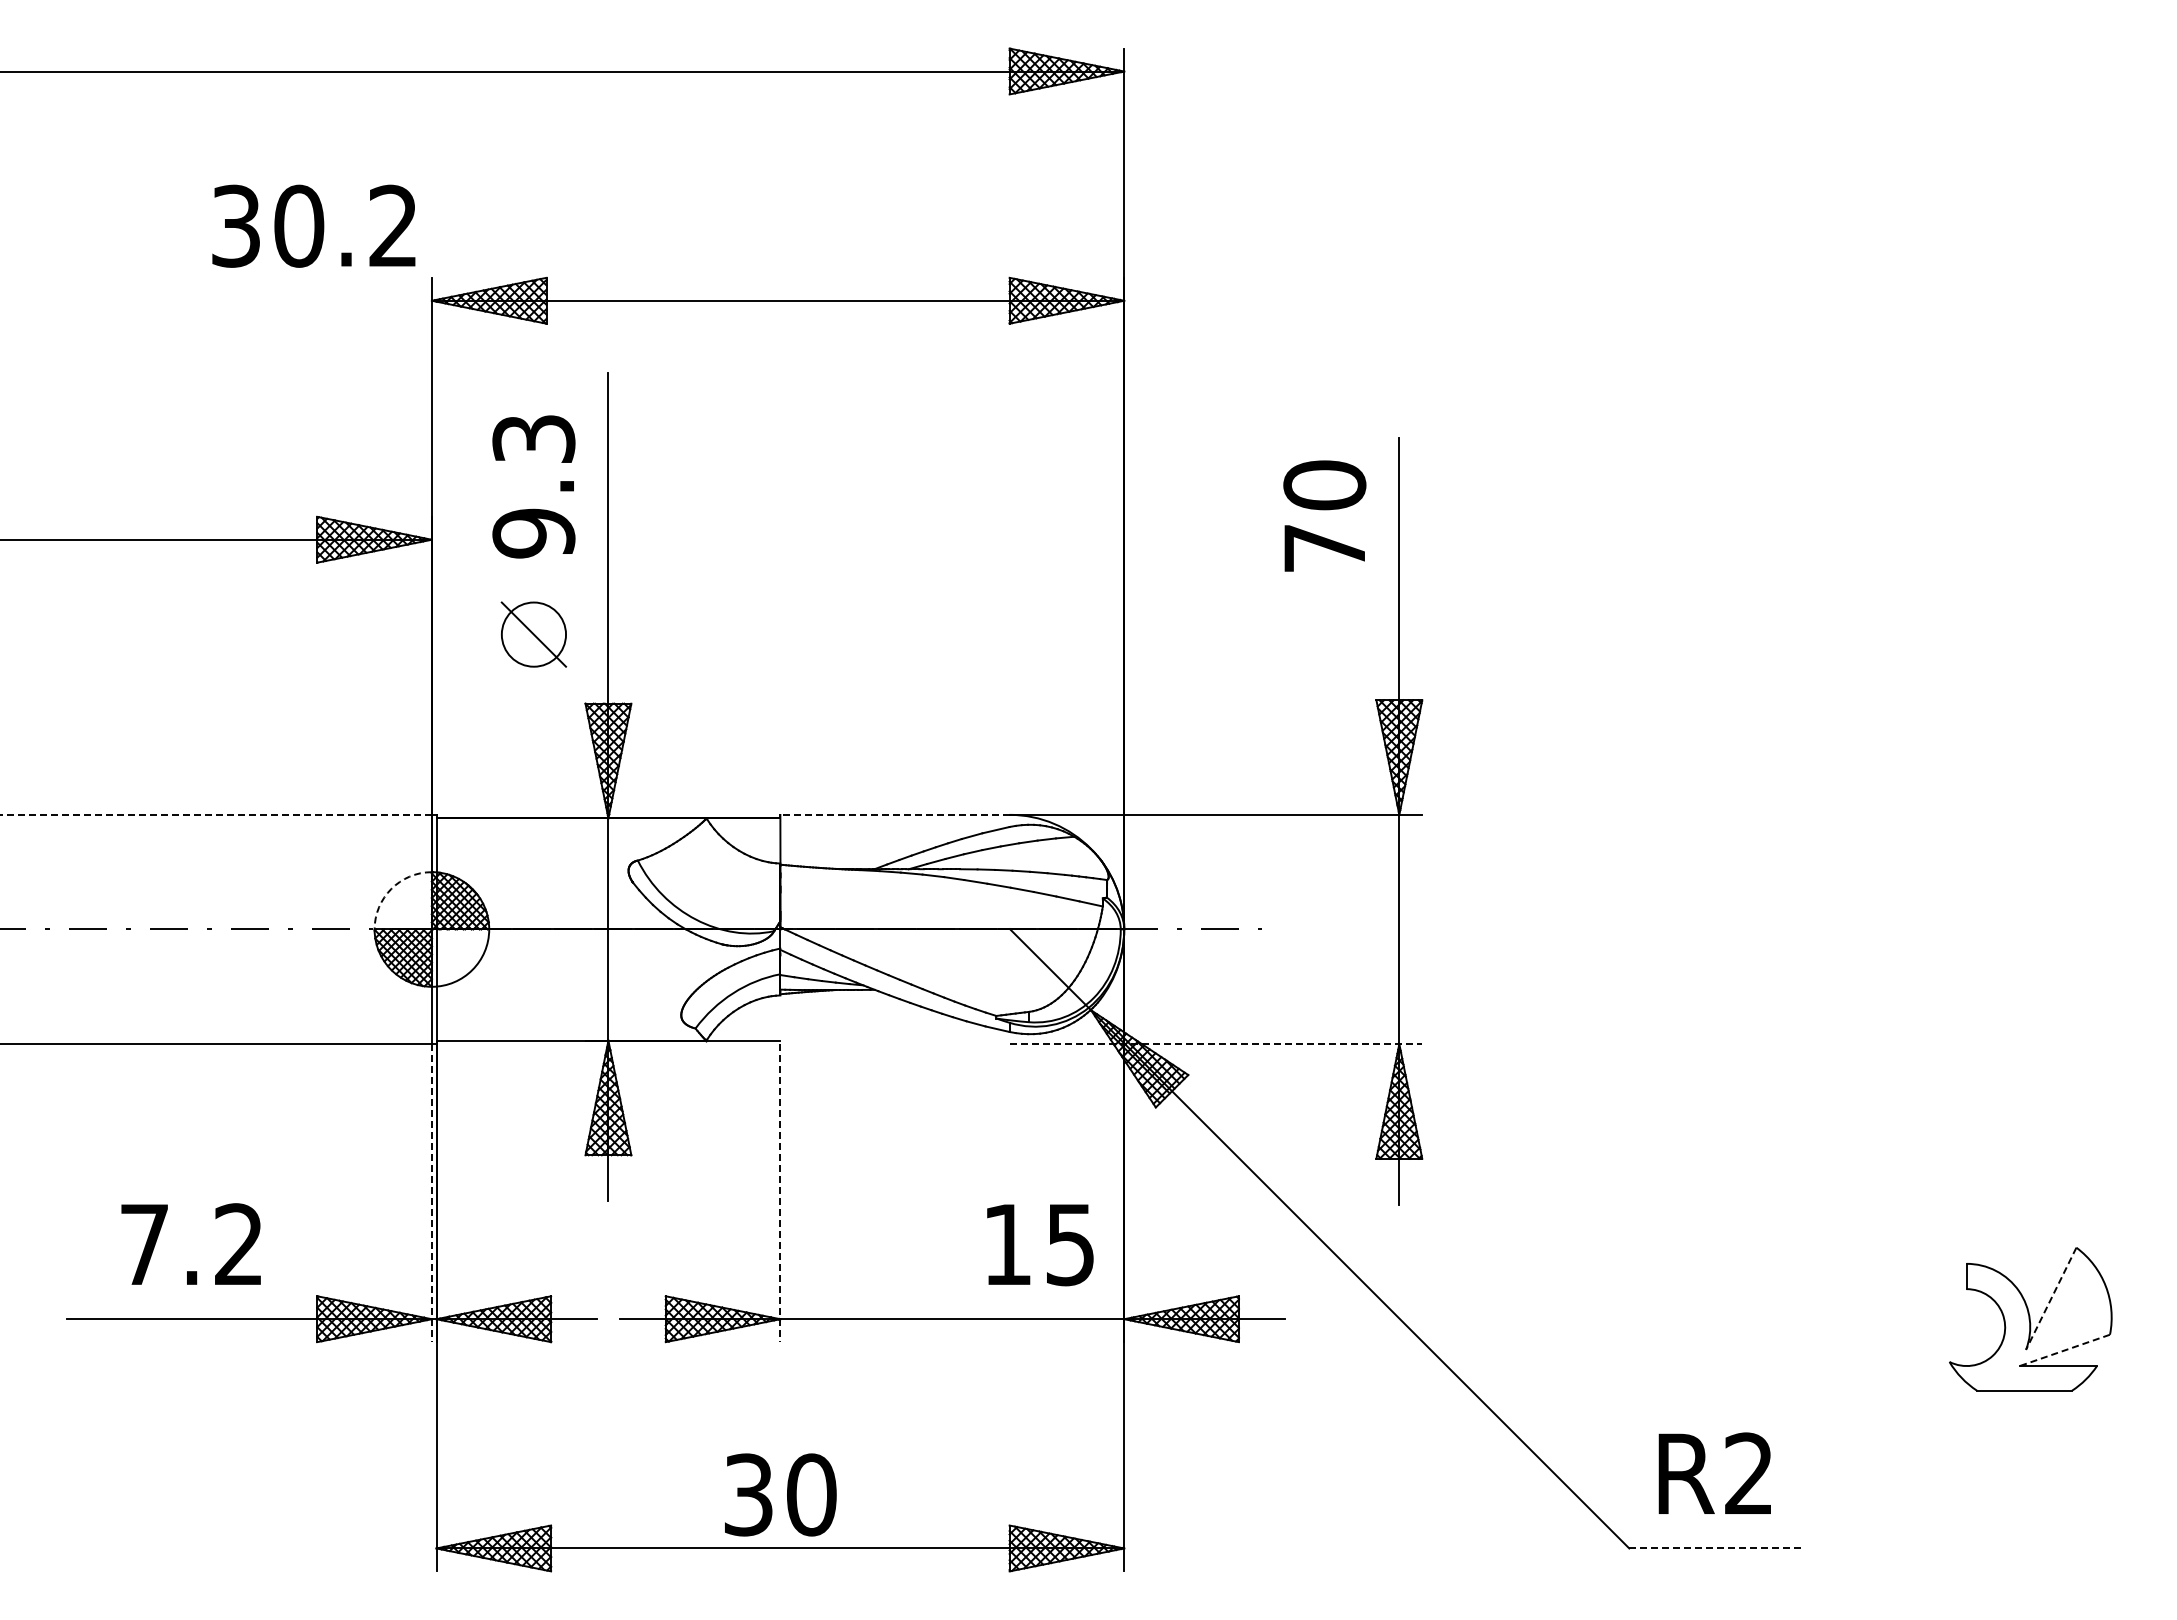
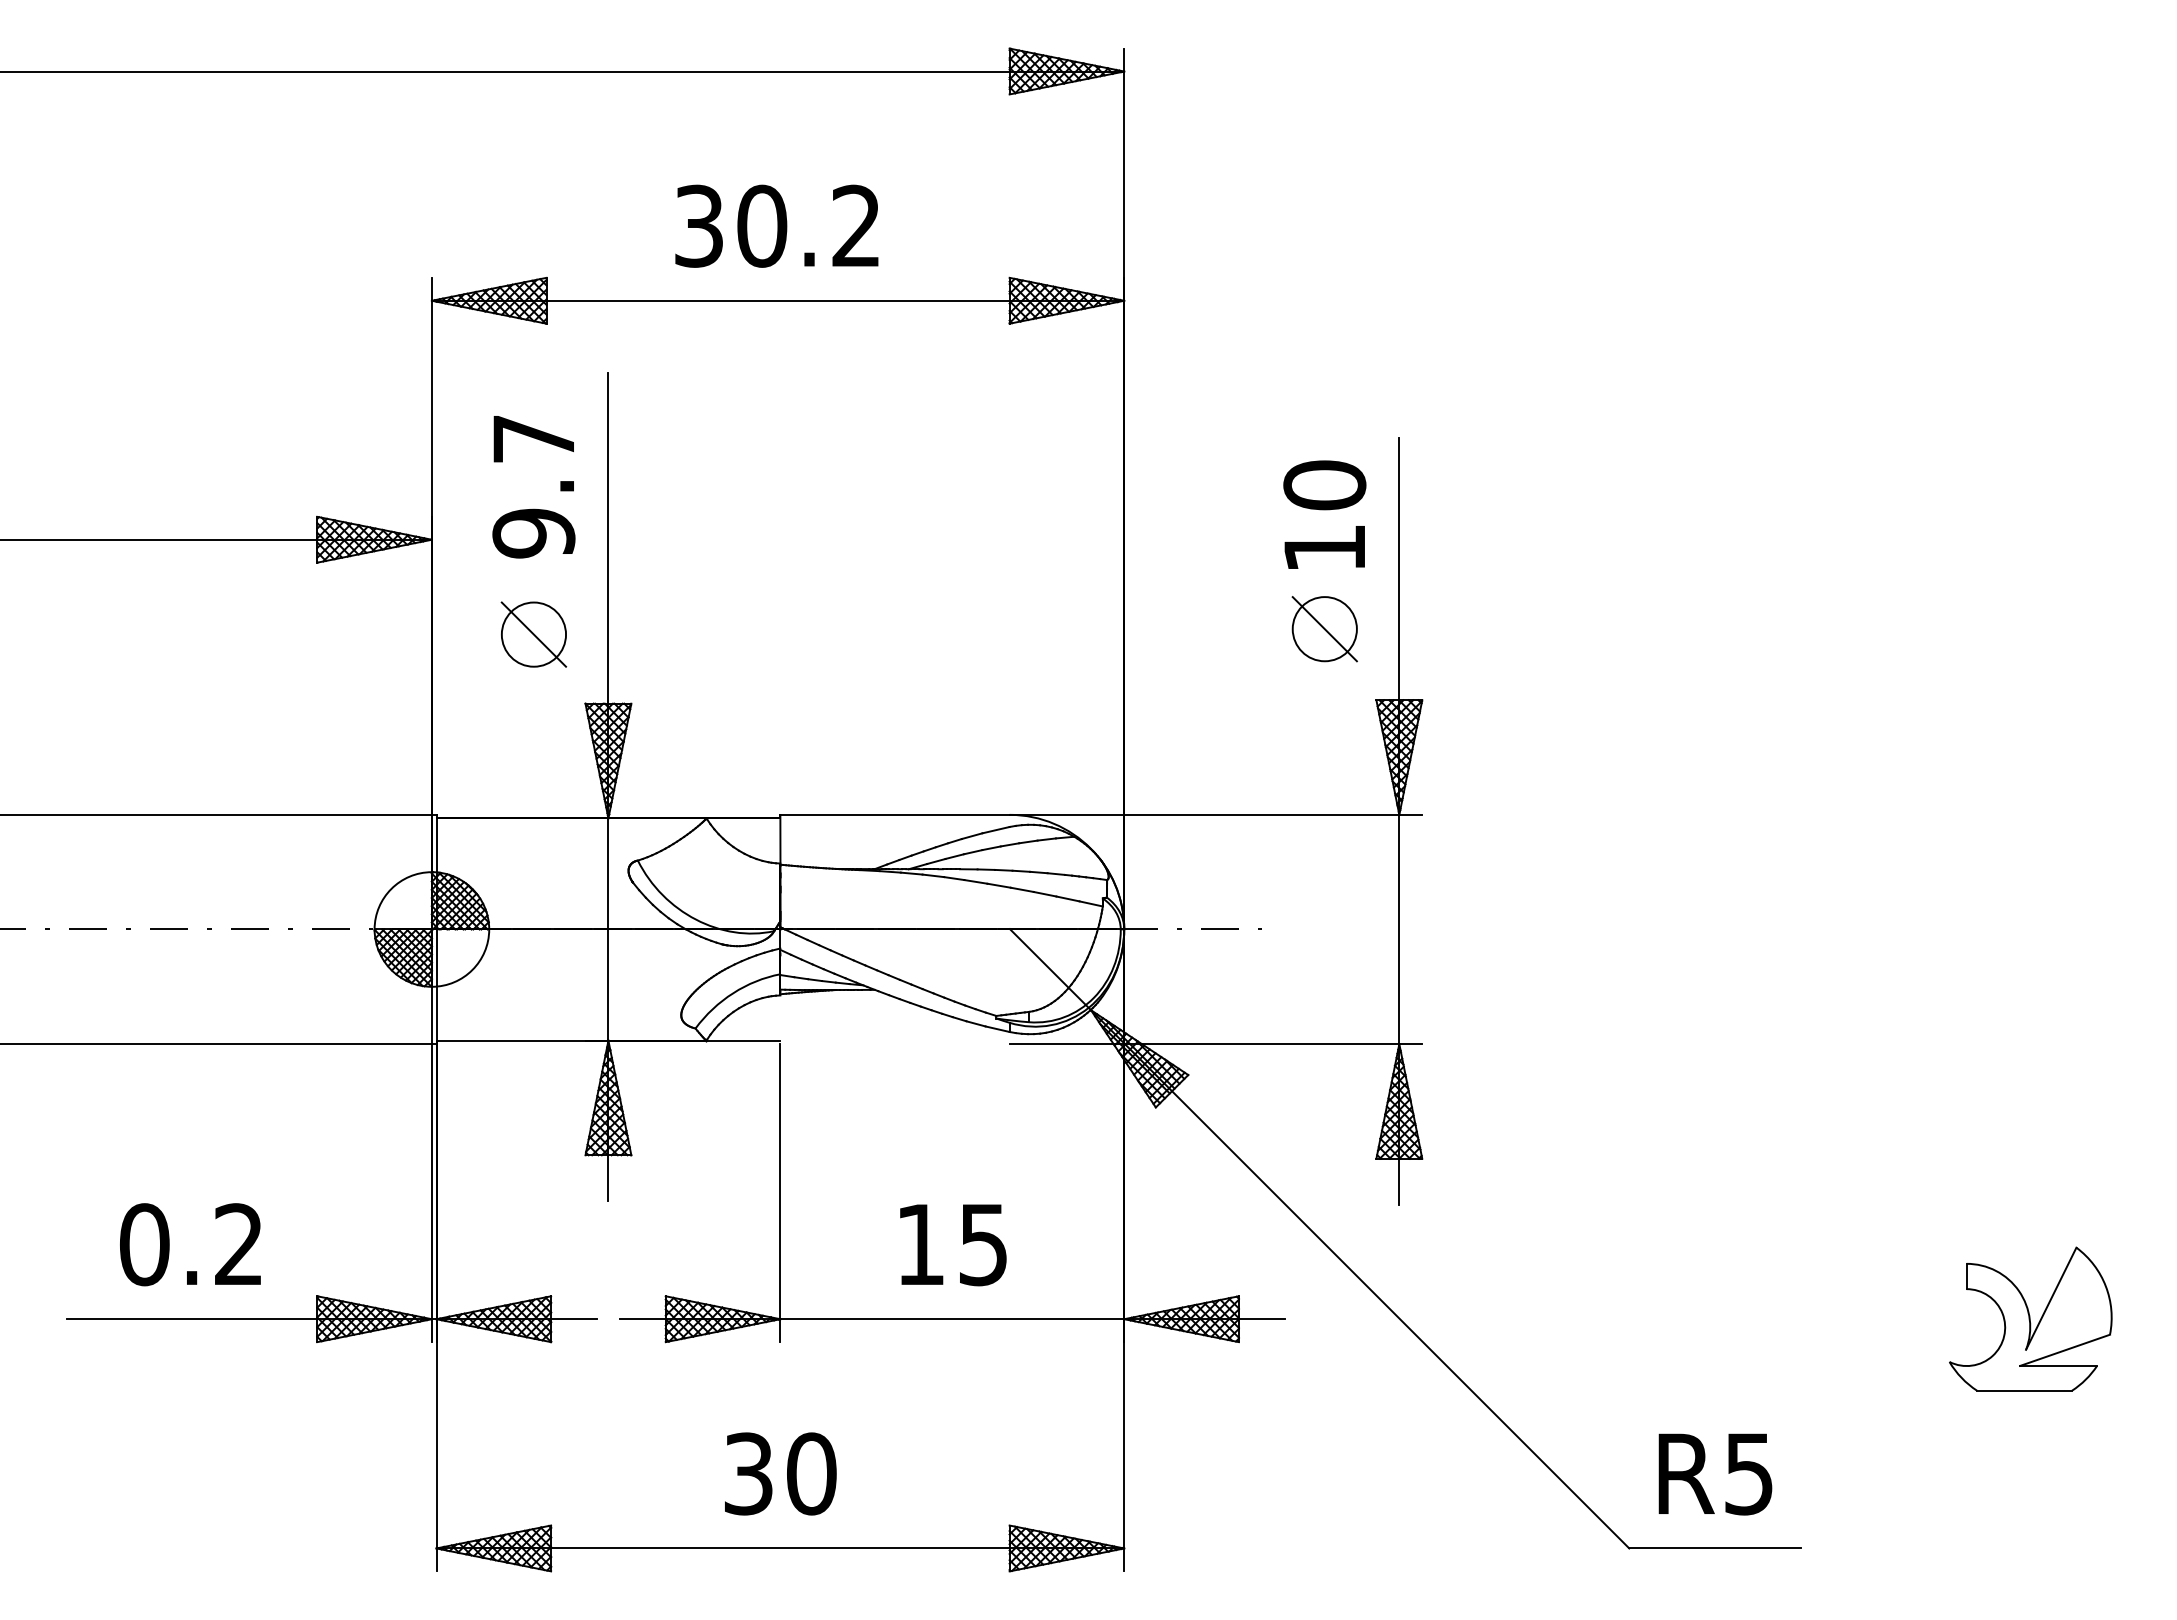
text at (313, 225) position: (313, 225) -> (776, 225)
text at (533, 438): 9.3 -> 9.7
text at (1324, 548): 70 -> 10
part at (1324, 629): none -> present
line at (215, 814): dashed -> solid
line at (895, 814): dashed -> solid
arc at (391, 888): dashed -> solid
line at (1216, 1044): dashed -> solid
line at (431, 1193): dashed -> solid
line at (780, 1193): dashed -> solid
text at (144, 1244): 7.2 -> 0.2
text at (1040, 1245) position: (1040, 1245) -> (953, 1245)
line at (2051, 1298): dashed -> solid
line at (2065, 1350): dashed -> solid
text at (1748, 1473): R2 -> R5
text at (780, 1494) position: (780, 1494) -> (780, 1473)
line at (1714, 1548): dashed -> solid
